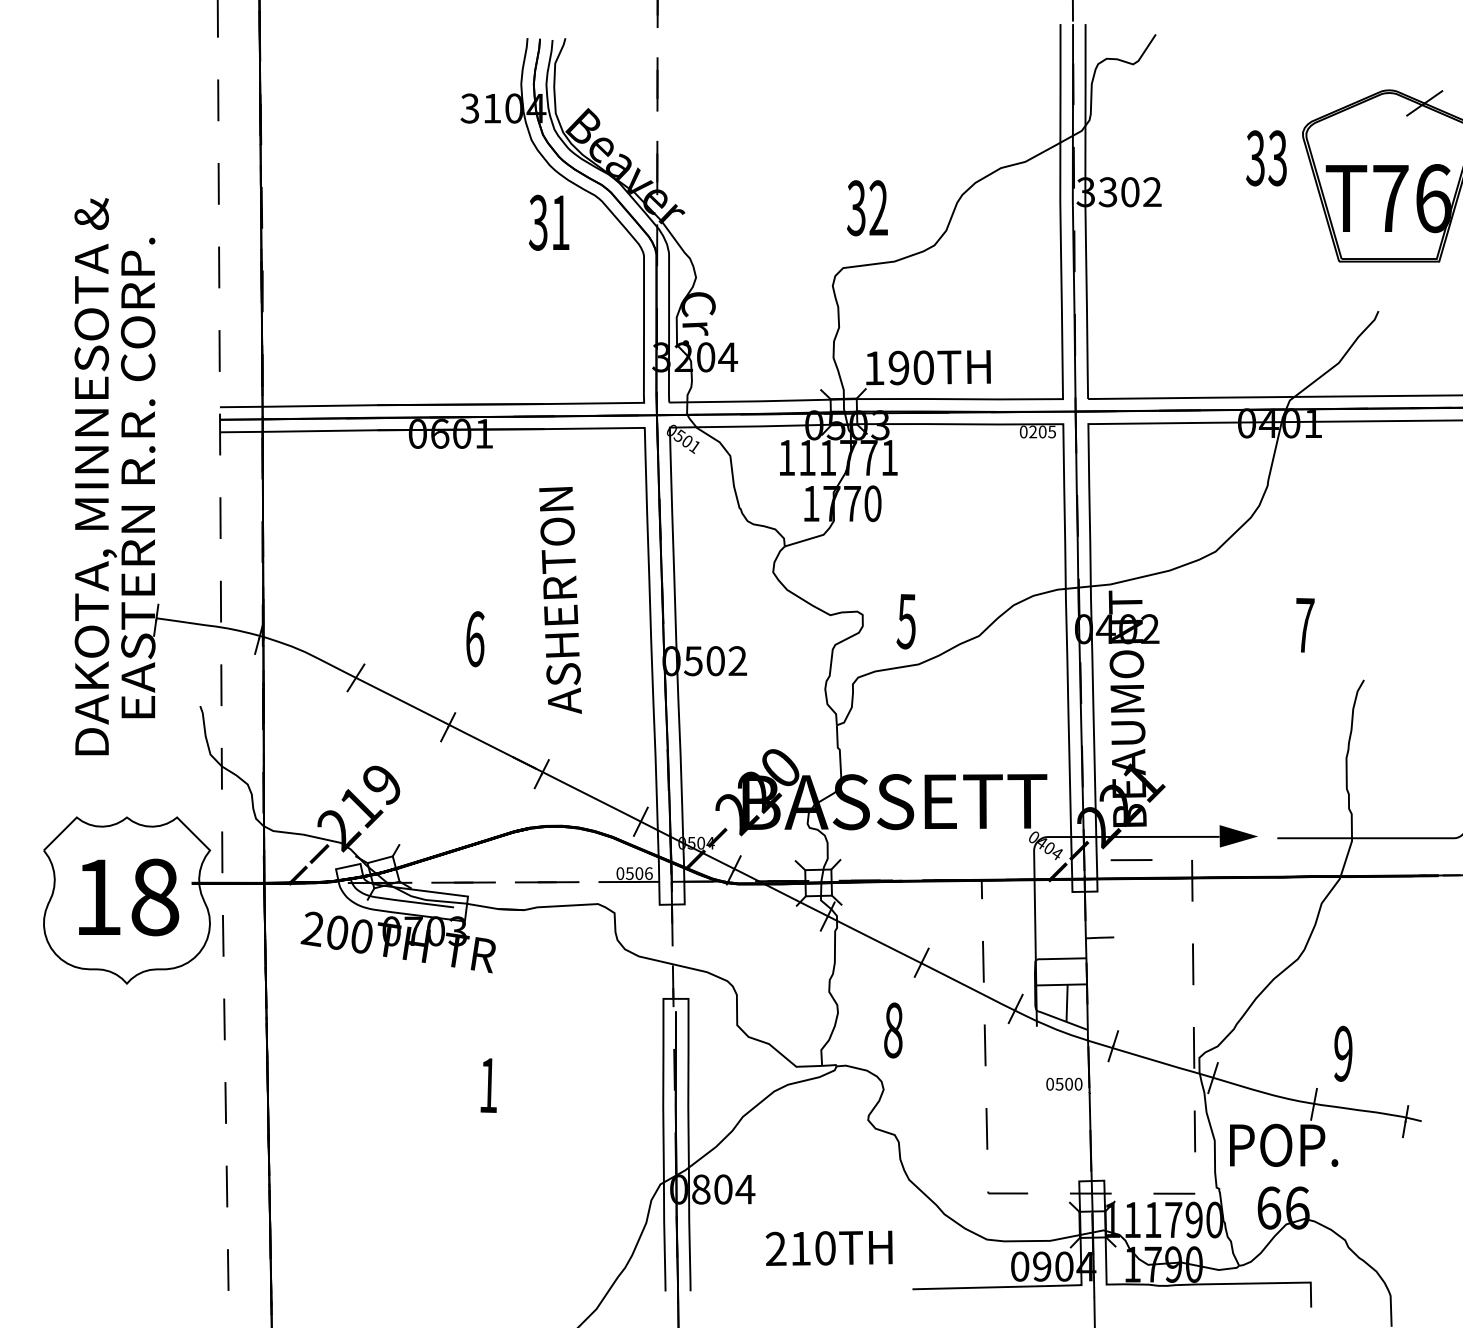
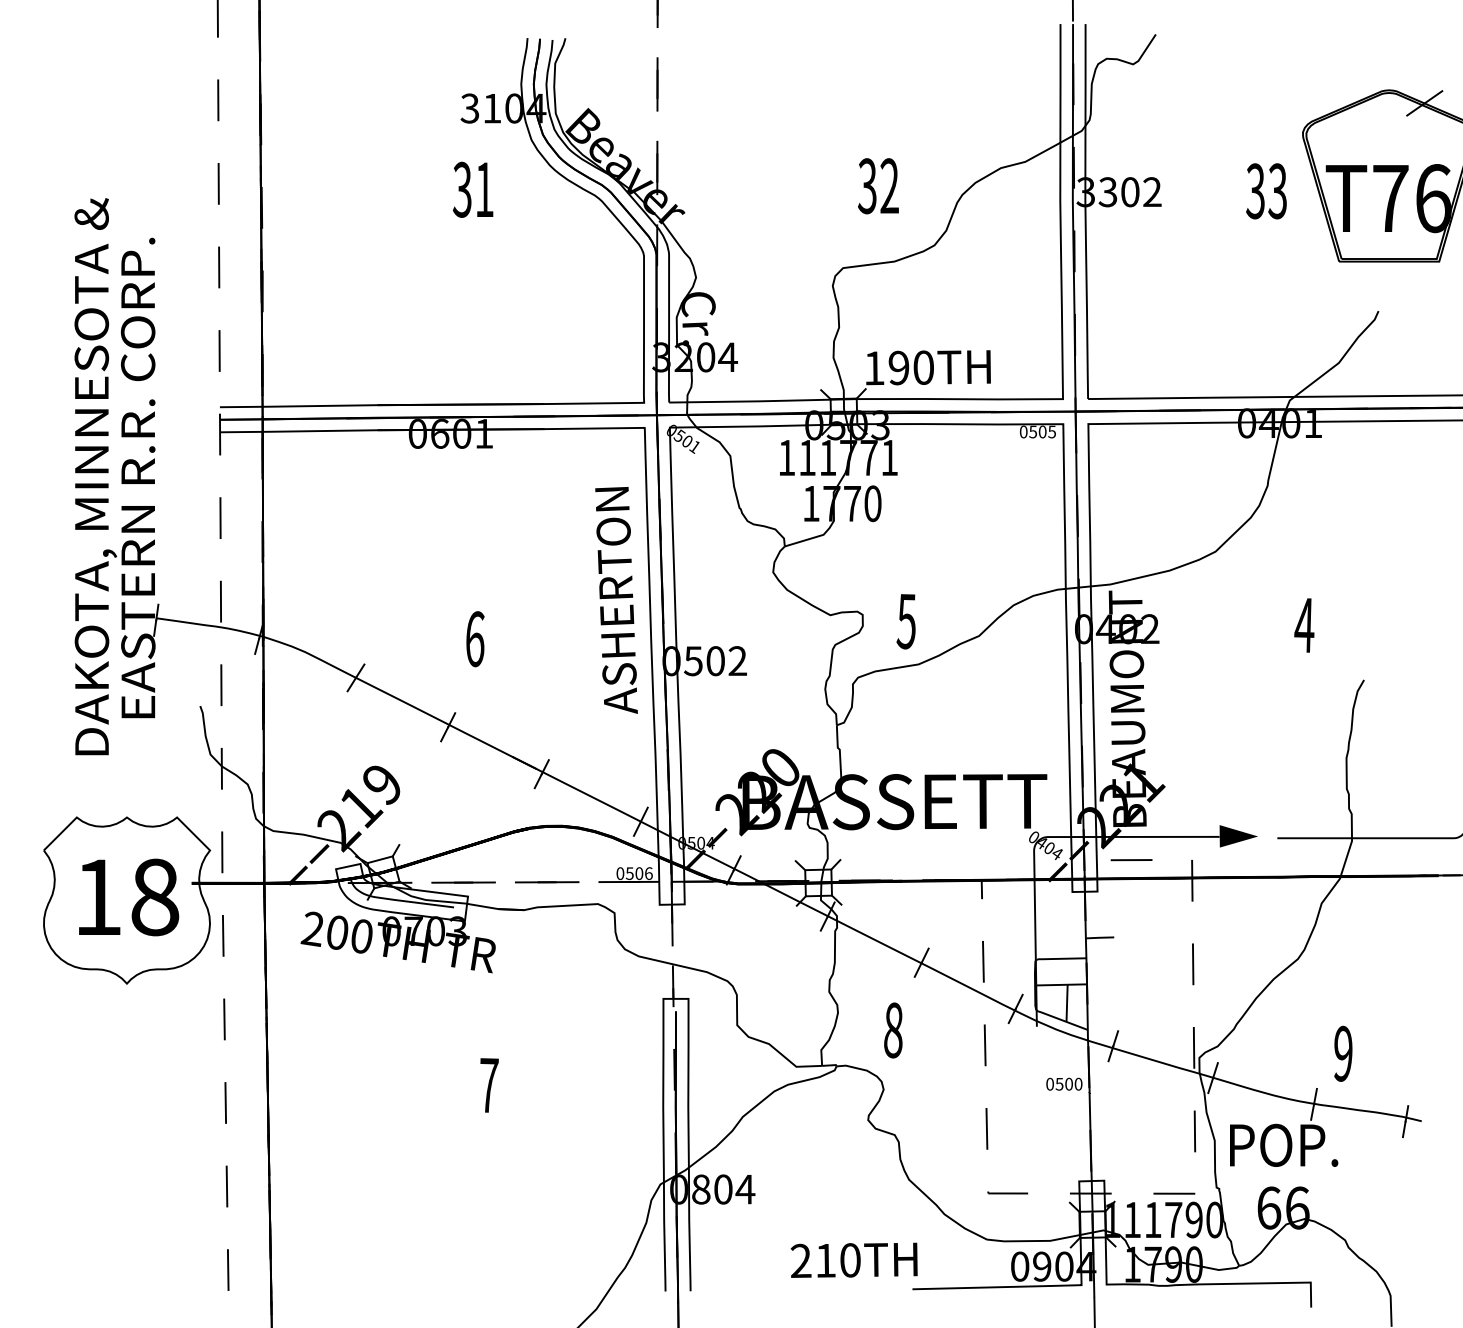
text at (1266, 158) position: (1266, 158) -> (1266, 191)
text at (867, 208) position: (867, 208) -> (878, 186)
text at (548, 222) position: (548, 222) -> (472, 189)
text at (1033, 431): 0205 -> 0505
text at (560, 600) position: (560, 600) -> (616, 600)
text at (1304, 625): 7 -> 4
text at (489, 1085): 1 -> 7
text at (828, 1247) position: (828, 1247) -> (853, 1259)
